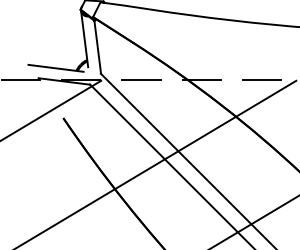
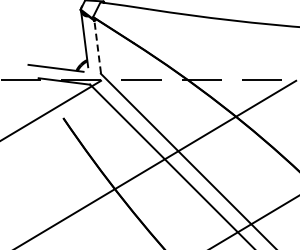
line at (97, 46): solid -> dashed
